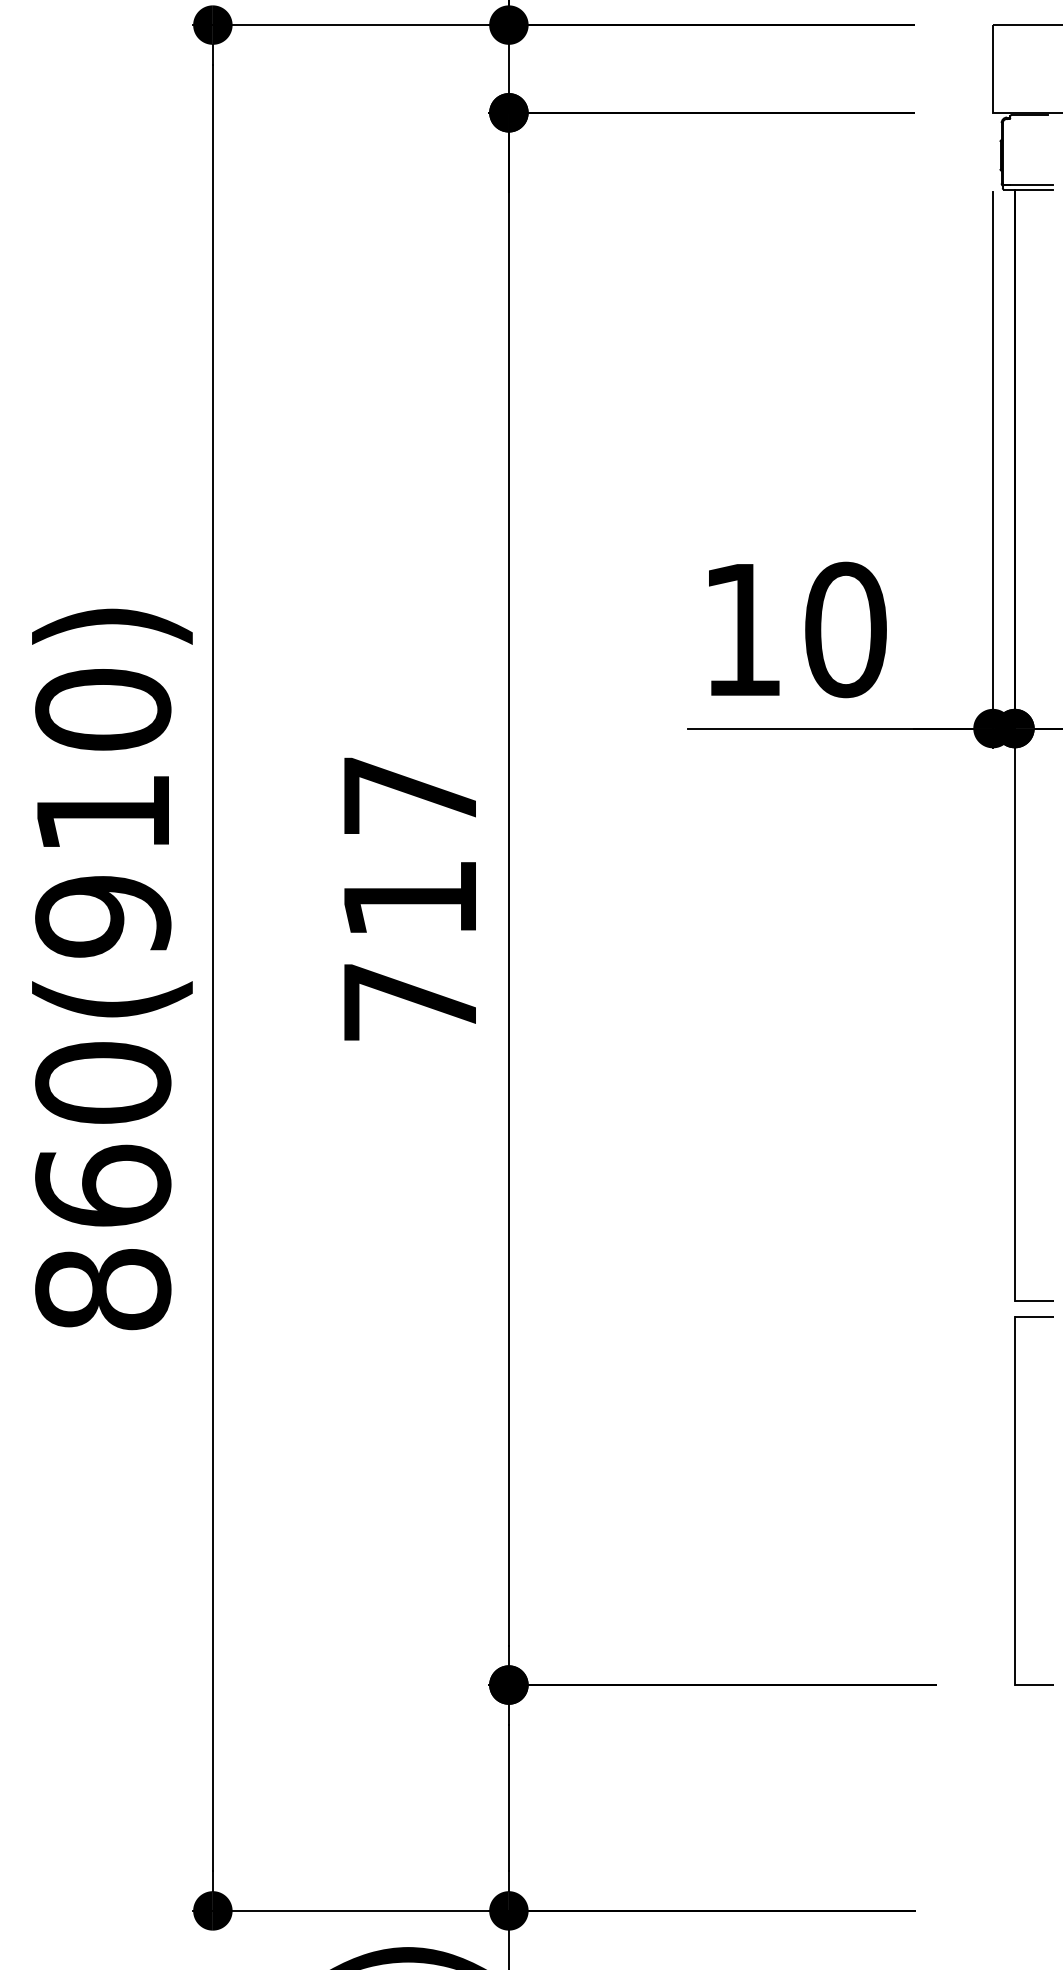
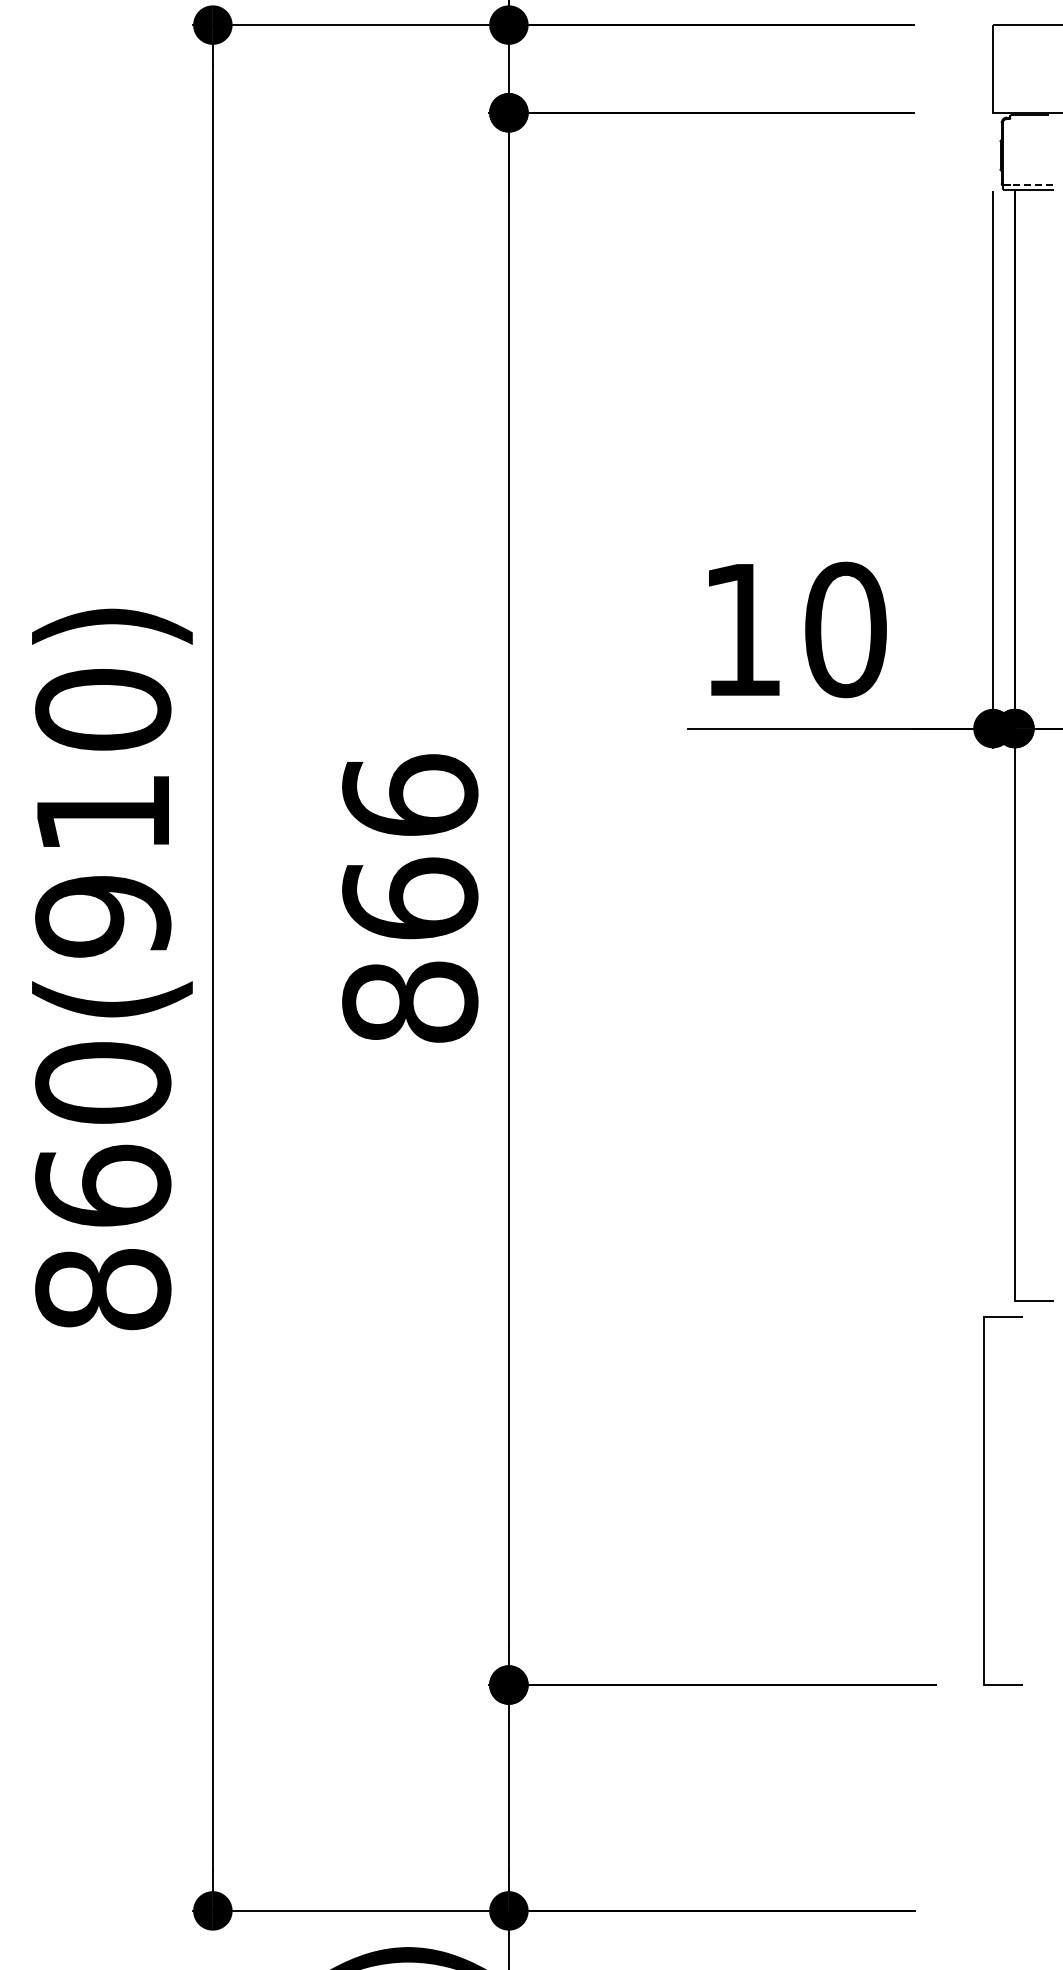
line at (1031, 185): solid -> dashed
text at (410, 898): 717 -> 866
part at (1015, 1500) position: (1015, 1500) -> (984, 1500)
